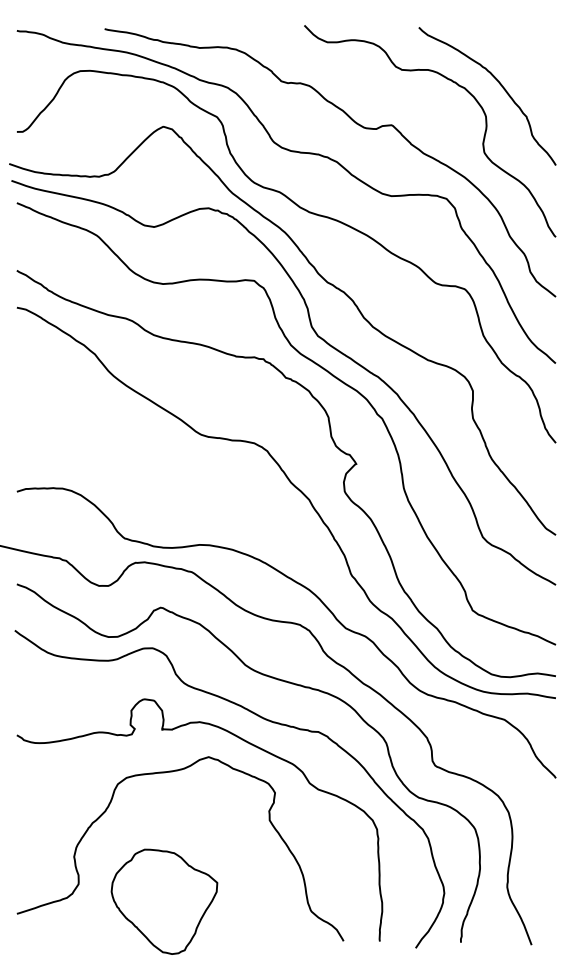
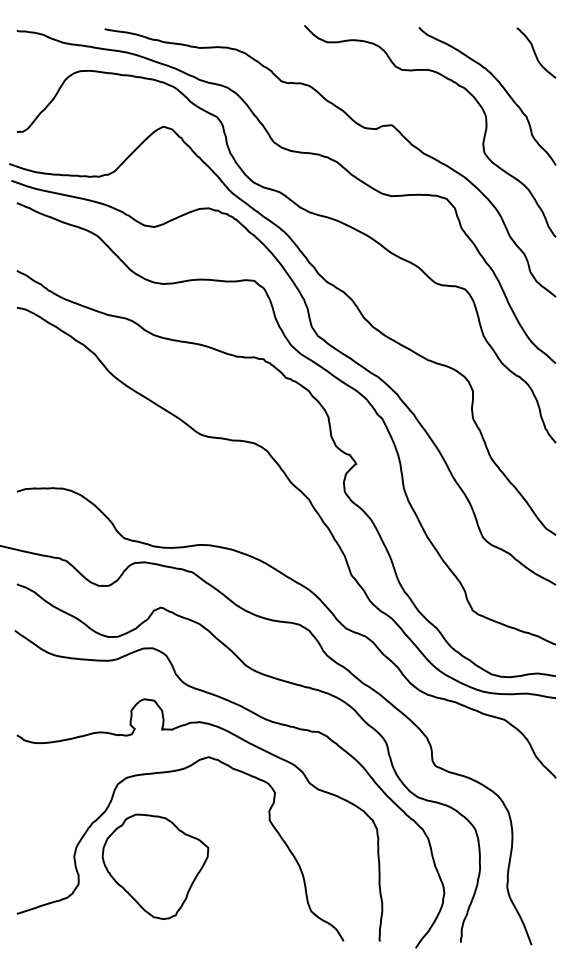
curve at (535, 52): none -> present
part at (164, 901) position: (164, 901) -> (155, 866)
